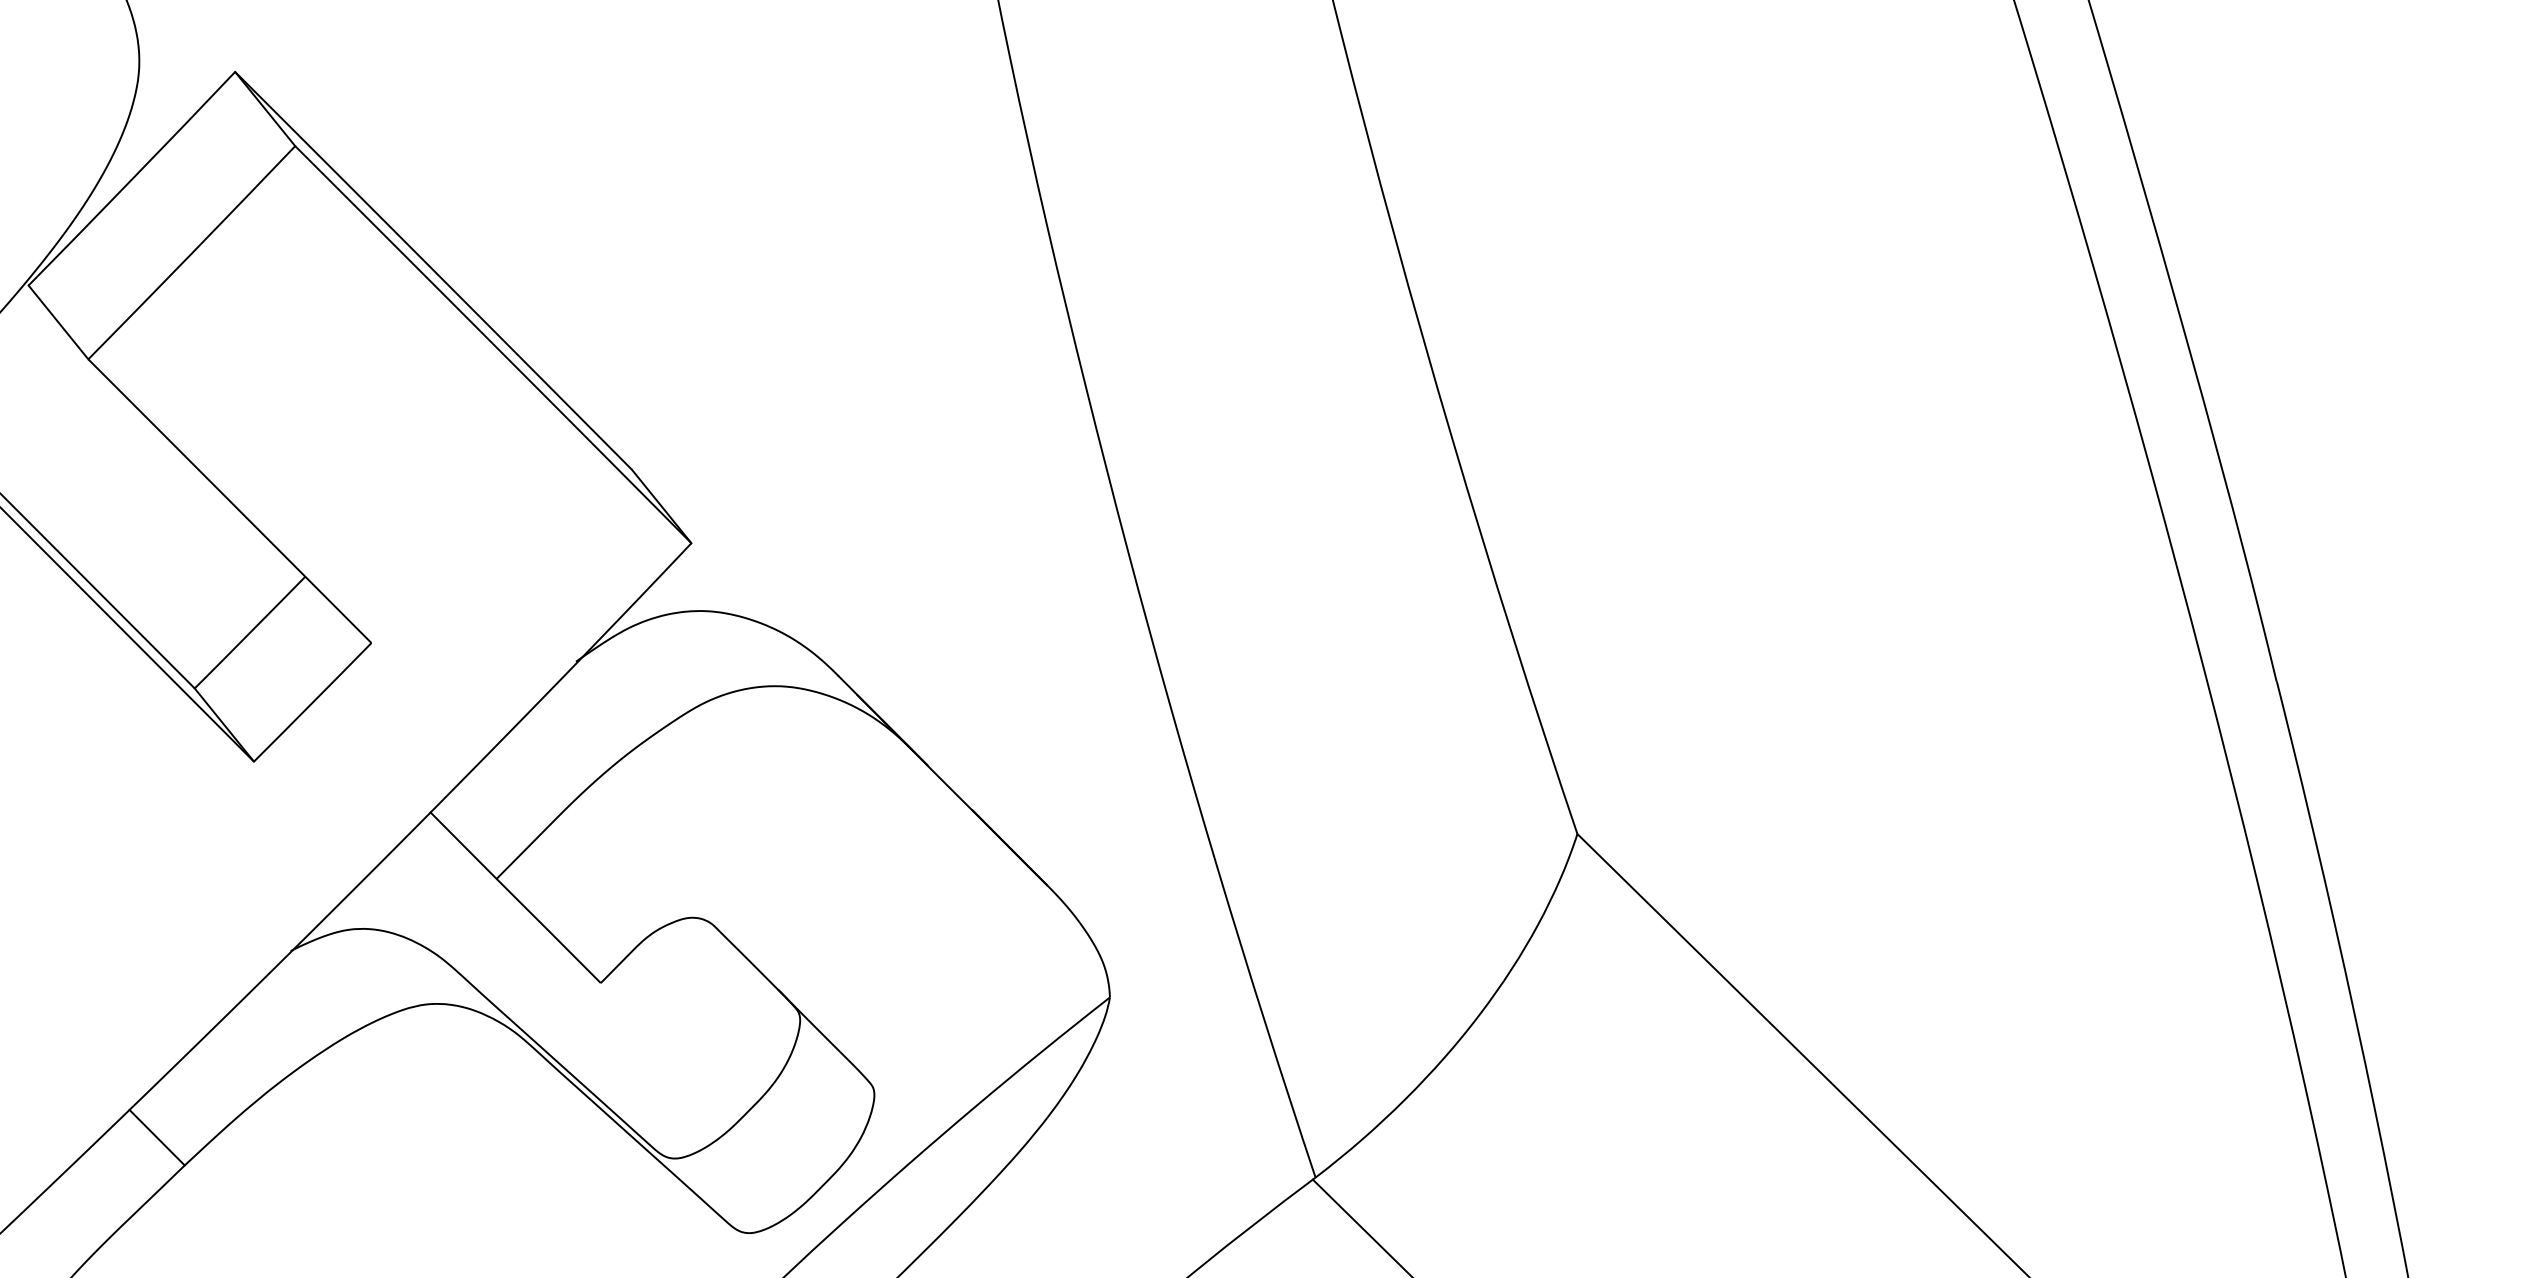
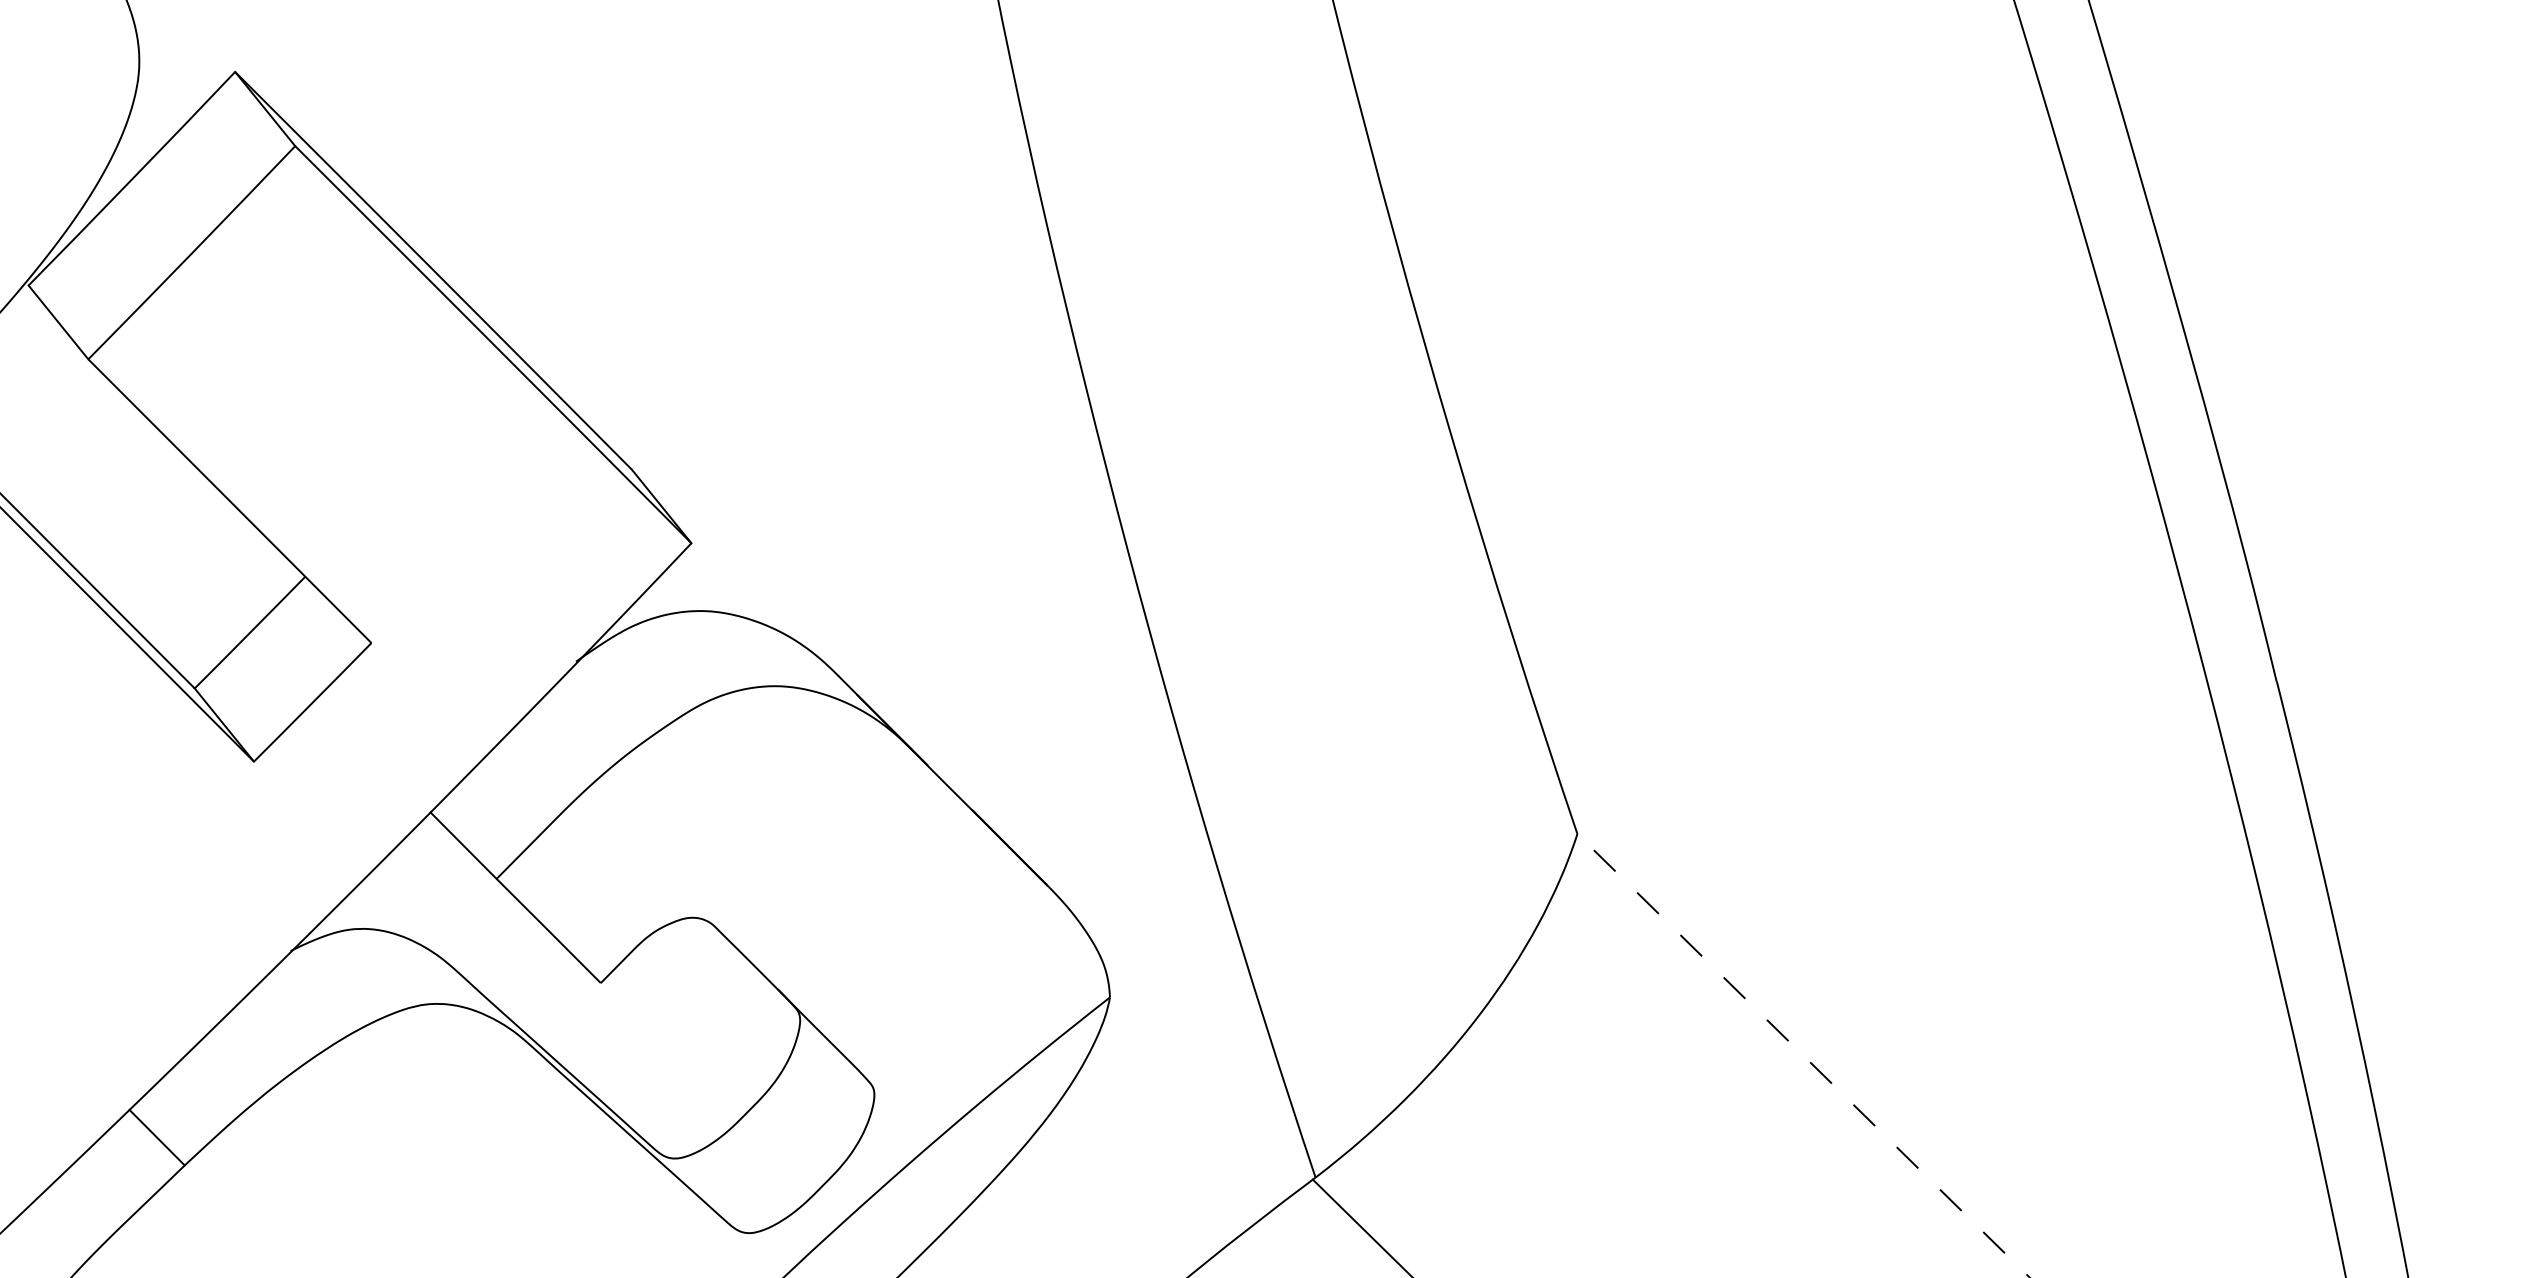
line at (1803, 1055): solid -> dashed
